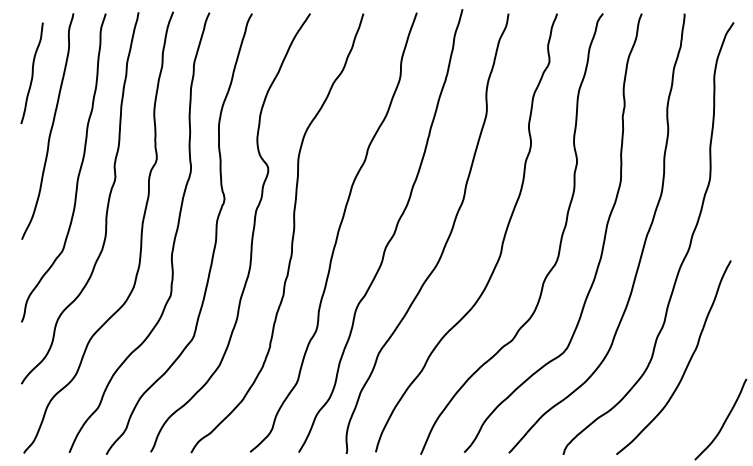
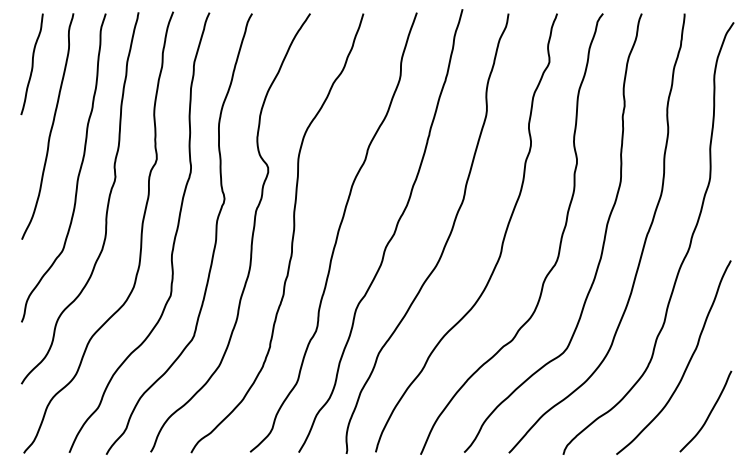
curve at (31, 73) position: (31, 73) -> (31, 64)
curve at (724, 420) position: (724, 420) -> (709, 412)
